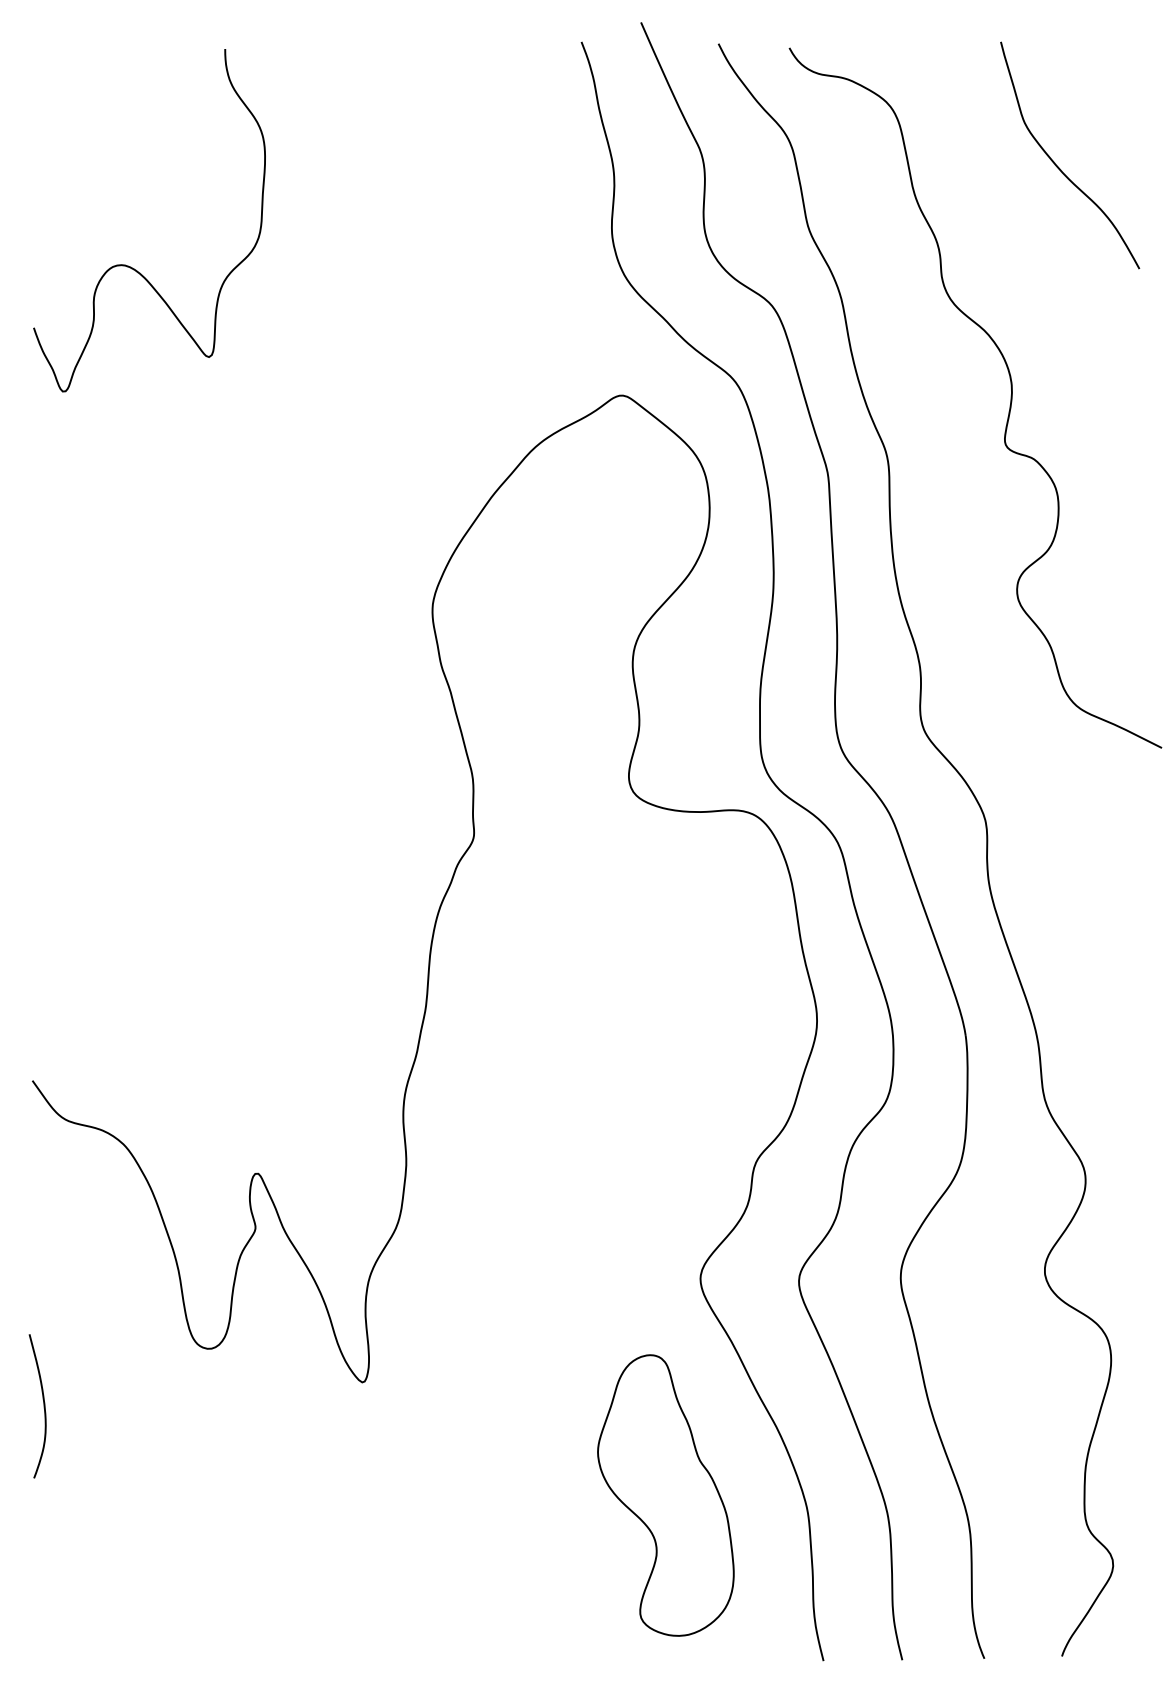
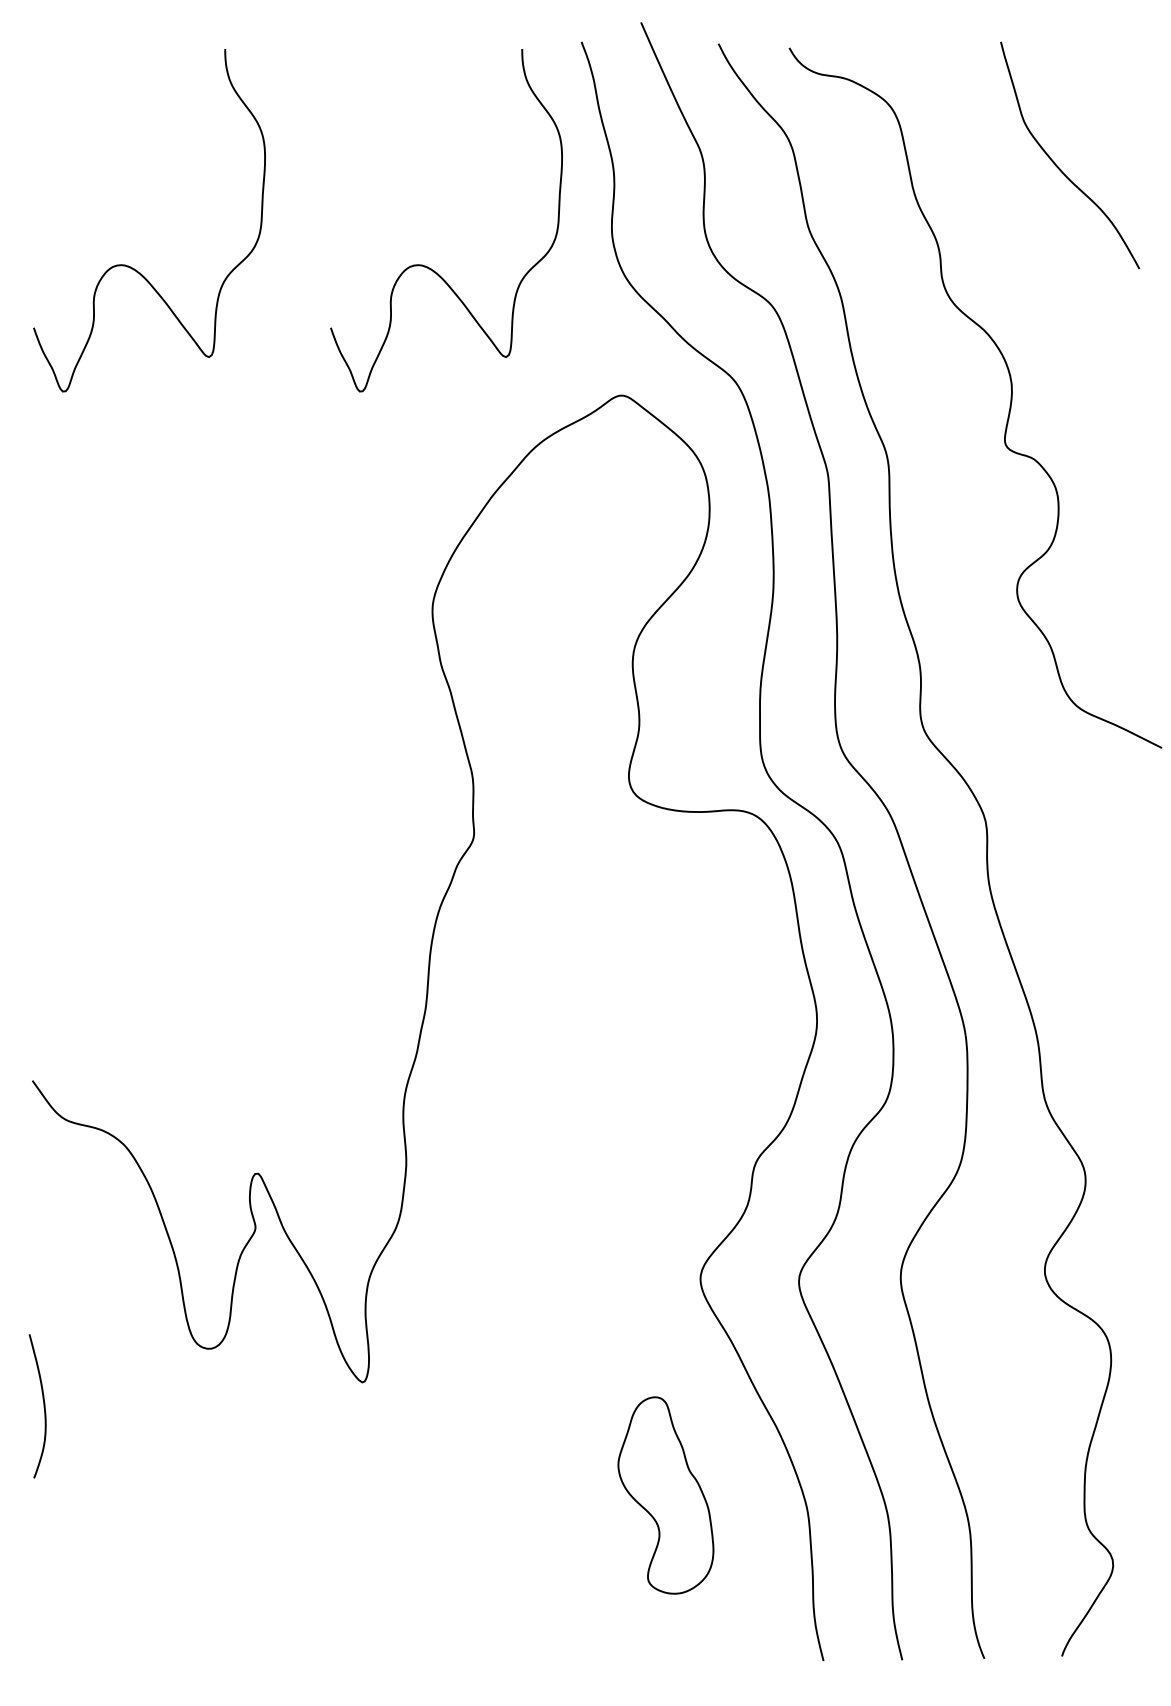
curve at (425, 265): none -> present
part at (665, 1495) size: 138x283 px -> 98x199 px
